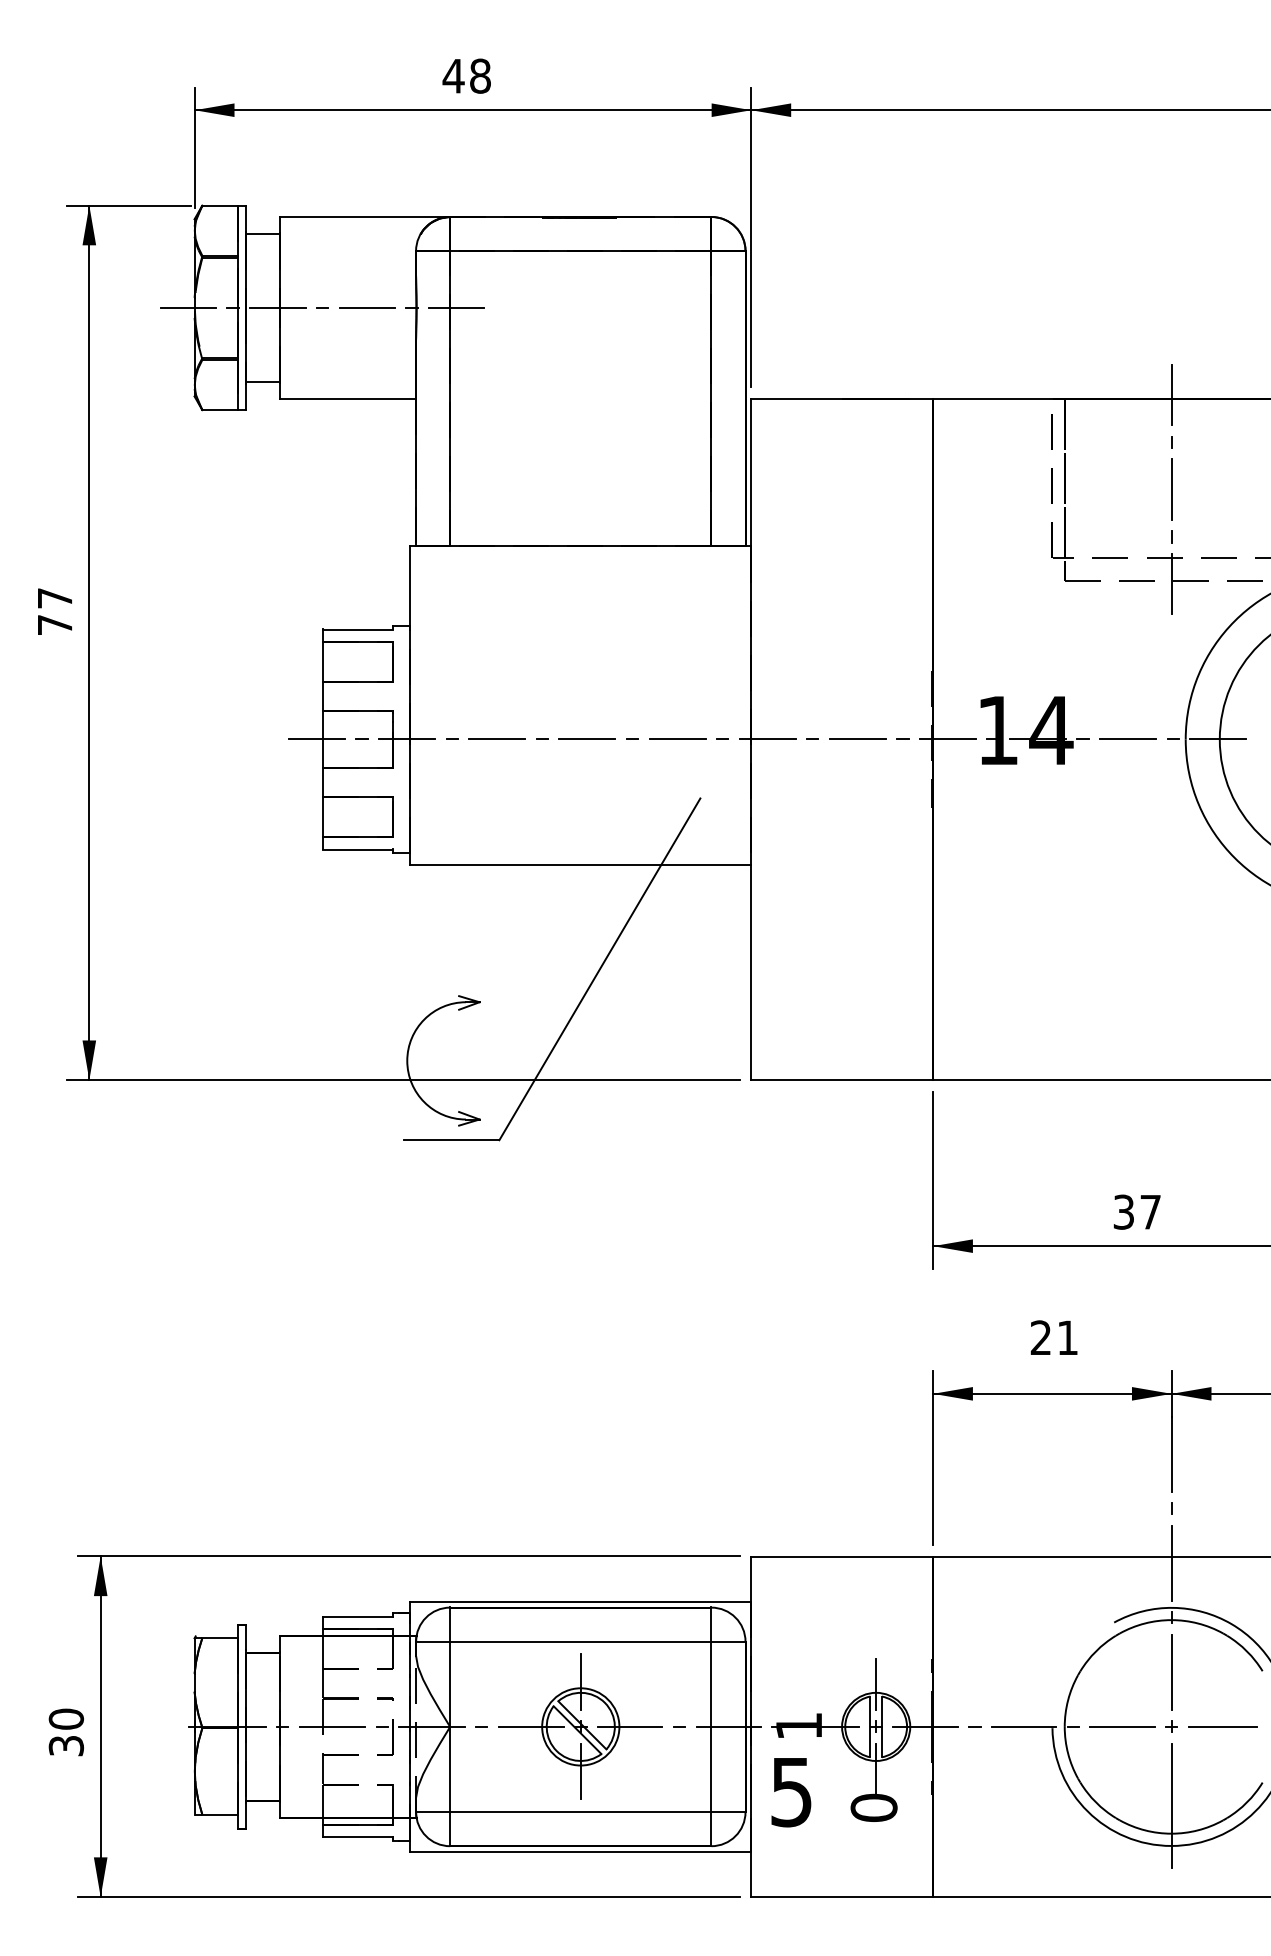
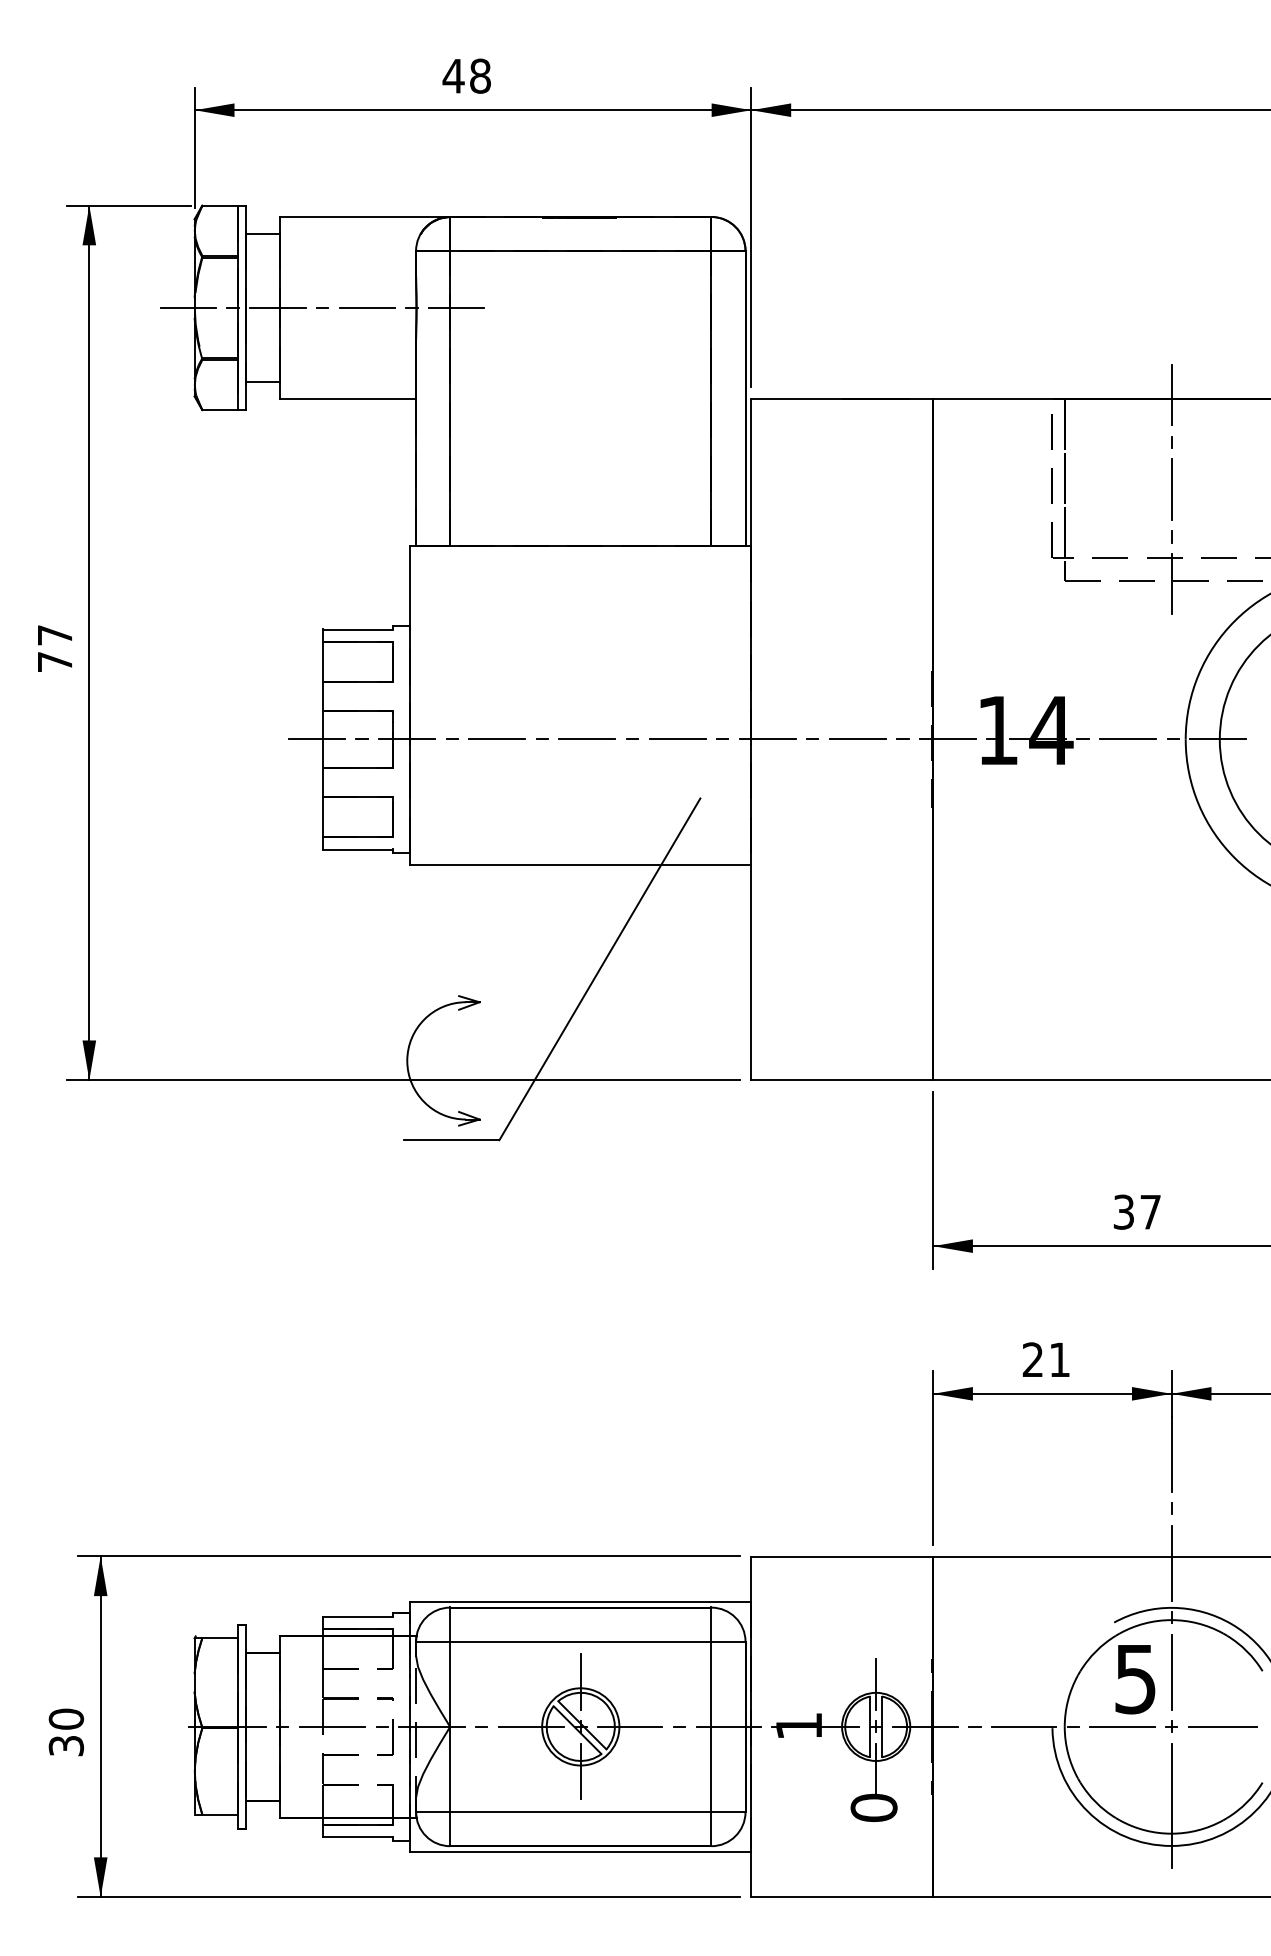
text at (54, 611) position: (54, 611) -> (54, 648)
text at (1053, 1337) position: (1053, 1337) -> (1045, 1359)
text at (791, 1792) position: (791, 1792) -> (1135, 1679)
